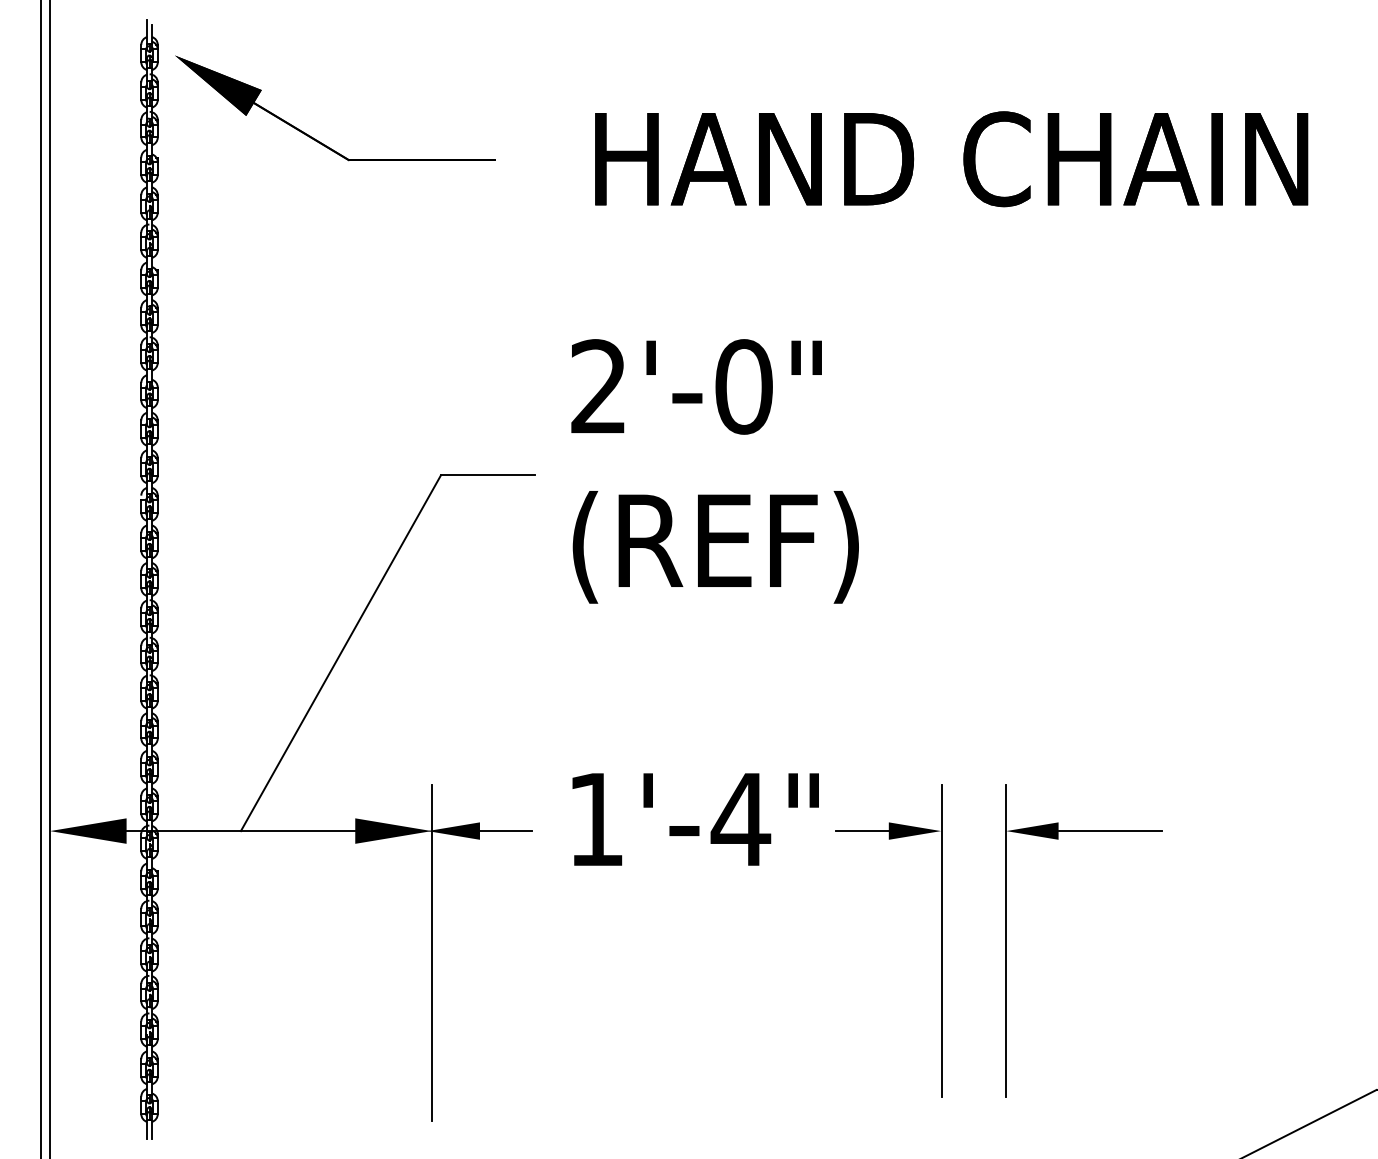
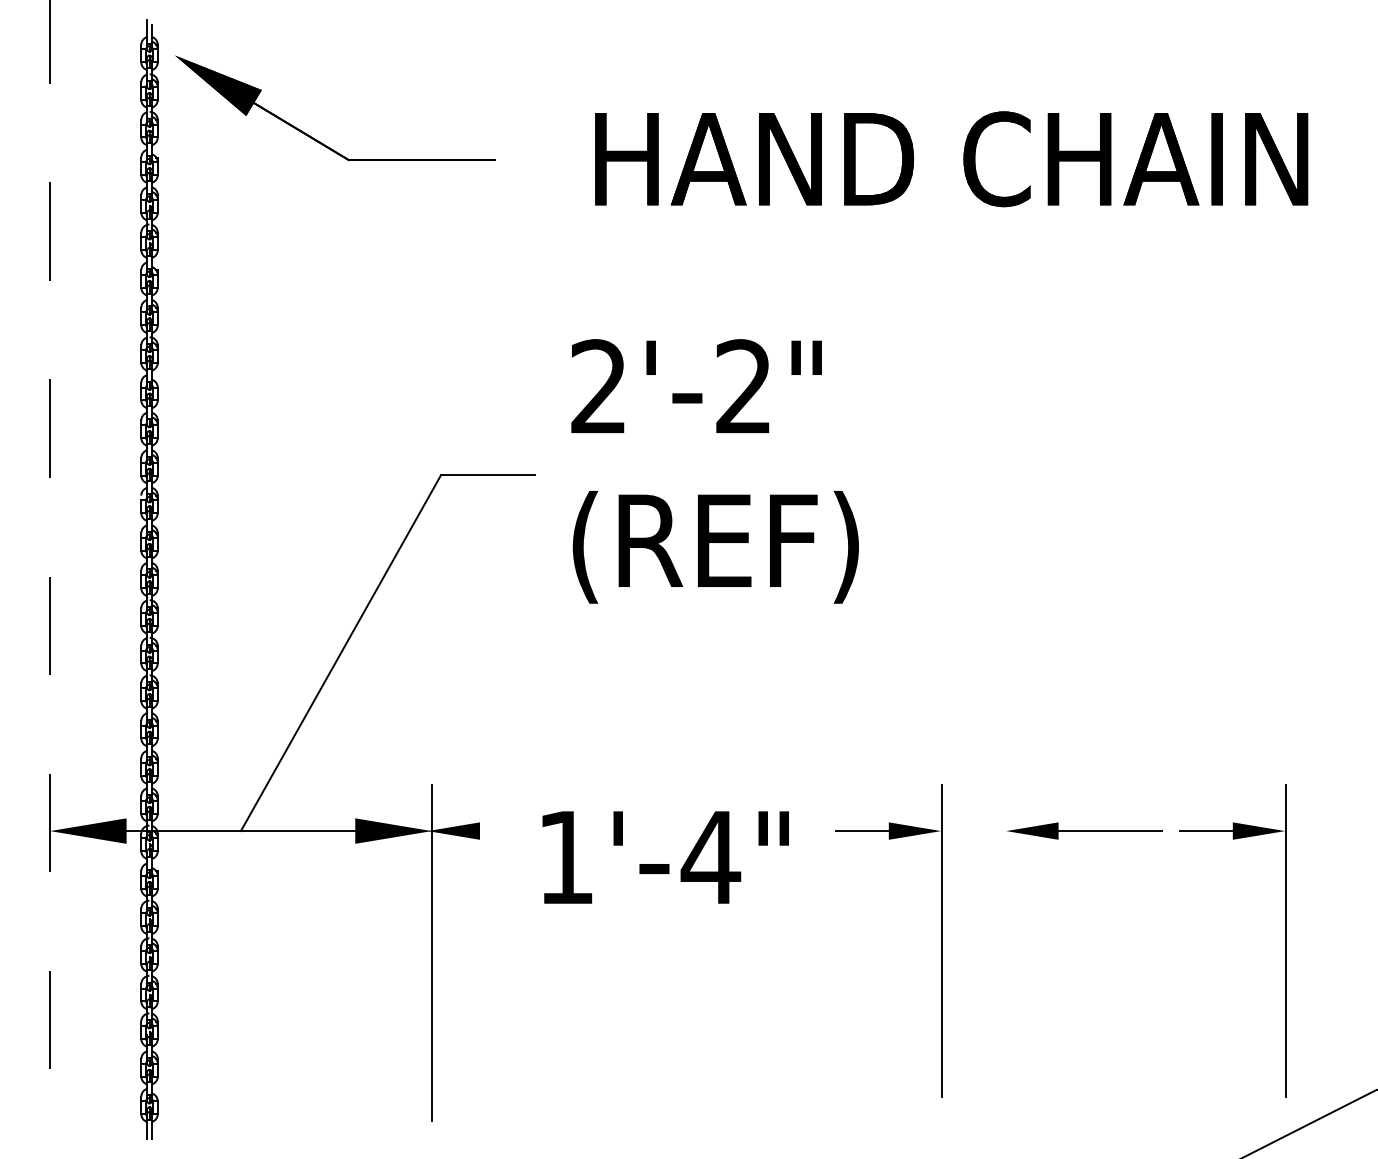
text at (743, 386): 2'-0" -> 2'-2"
line at (41, 578): present -> none
line at (50, 579): solid -> dashed
text at (695, 819) position: (695, 819) -> (665, 857)
line at (505, 831): present -> none
line at (1006, 940): present -> none
part at (1285, 940): none -> present
